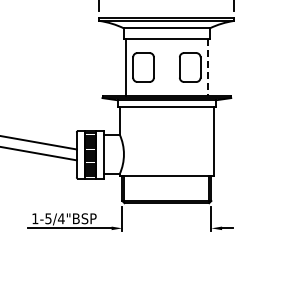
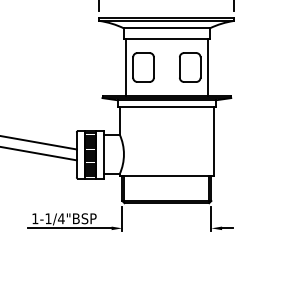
line at (208, 68): dashed -> solid
text at (48, 218): 1-5/4"BSP -> 1-1/4"BSP
